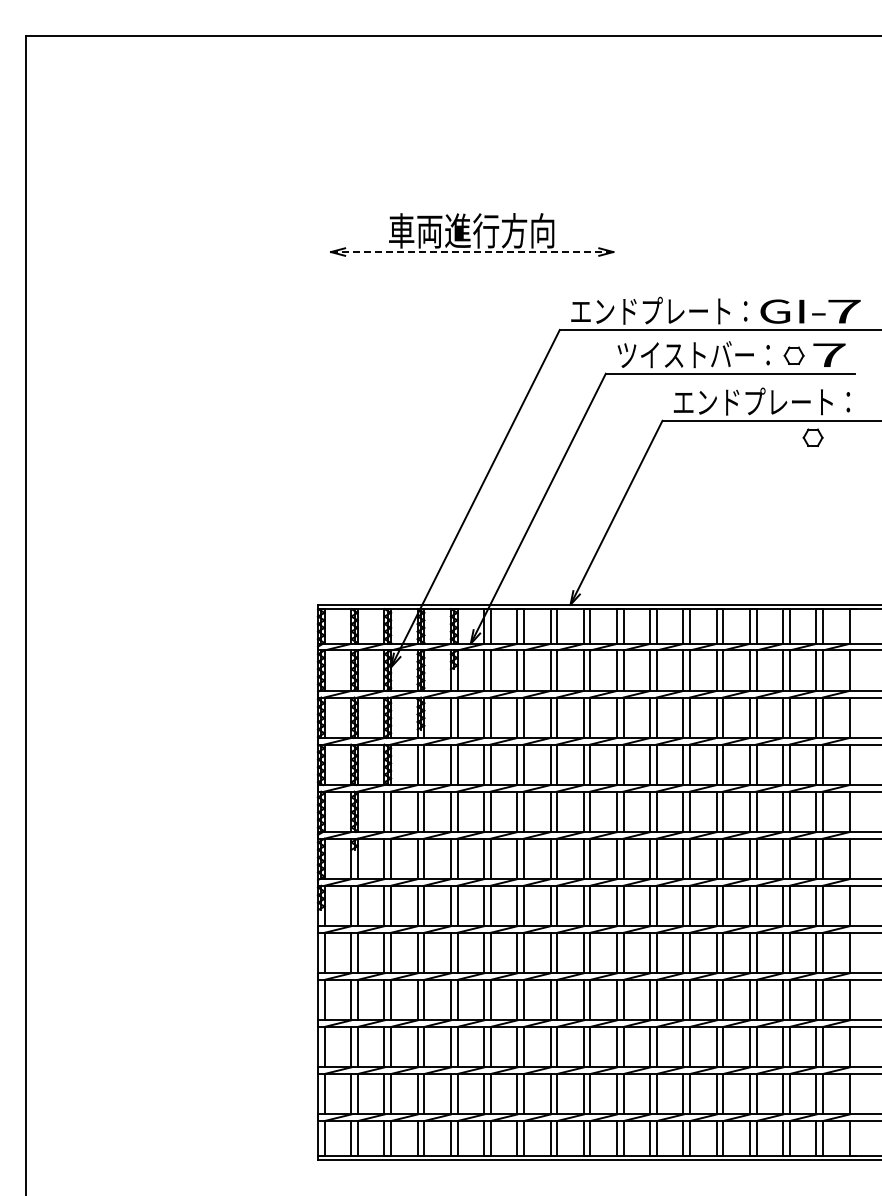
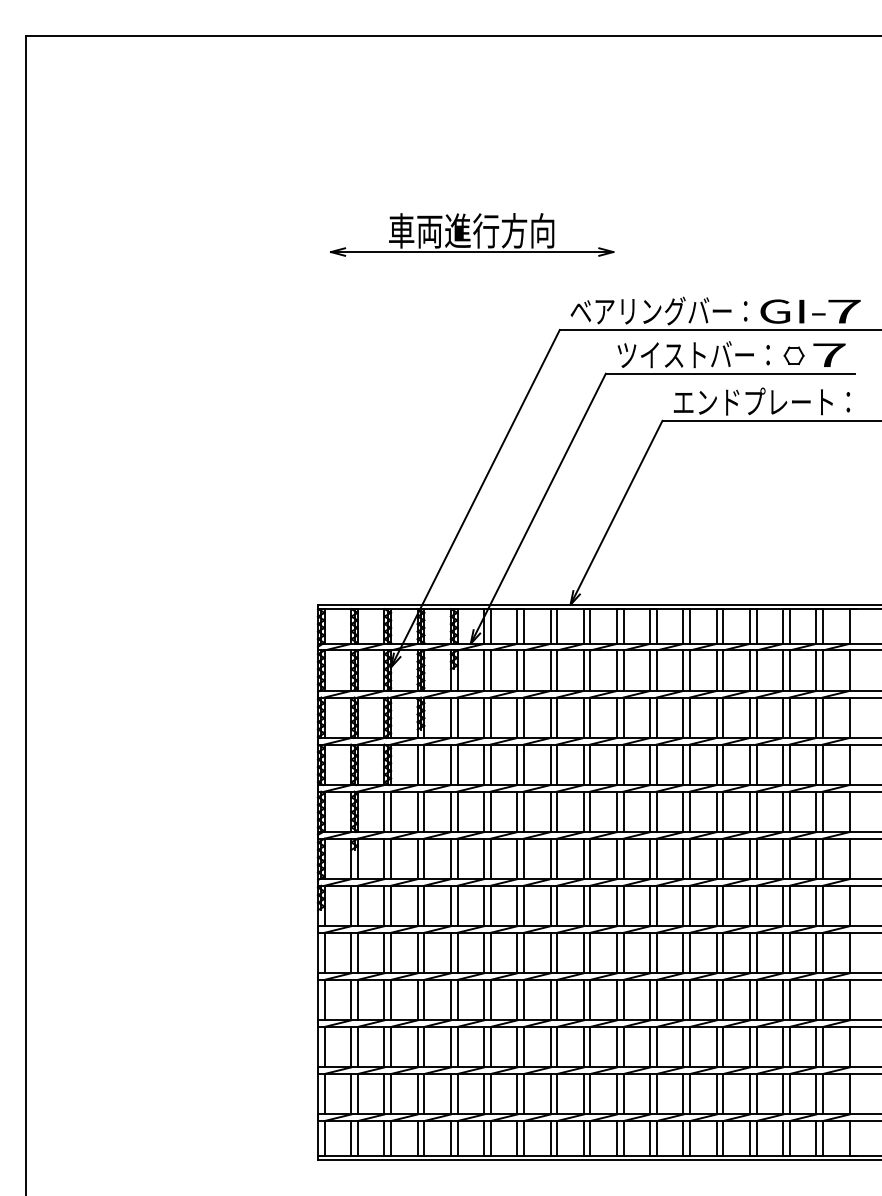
line at (472, 252): dashed -> solid
text at (650, 310): エンドプレート： -> ベアリングバー：
part at (812, 437): present -> none
